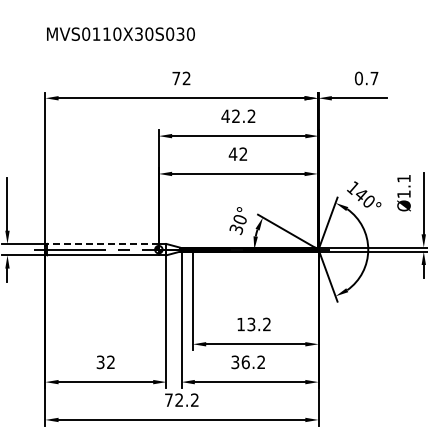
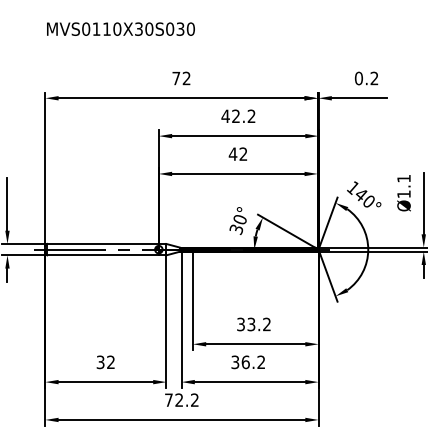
text at (120, 33) position: (120, 33) -> (120, 28)
text at (374, 78): 0.7 -> 0.2
line at (103, 243): dashed -> solid
text at (240, 324): 13.2 -> 33.2
